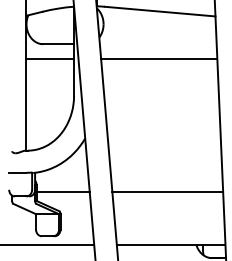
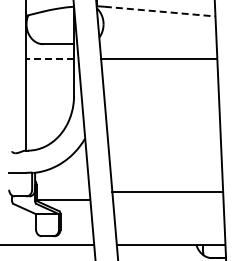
line at (160, 11): solid -> dashed
line at (50, 59): solid -> dashed
line at (62, 191) position: (62, 191) -> (62, 199)
